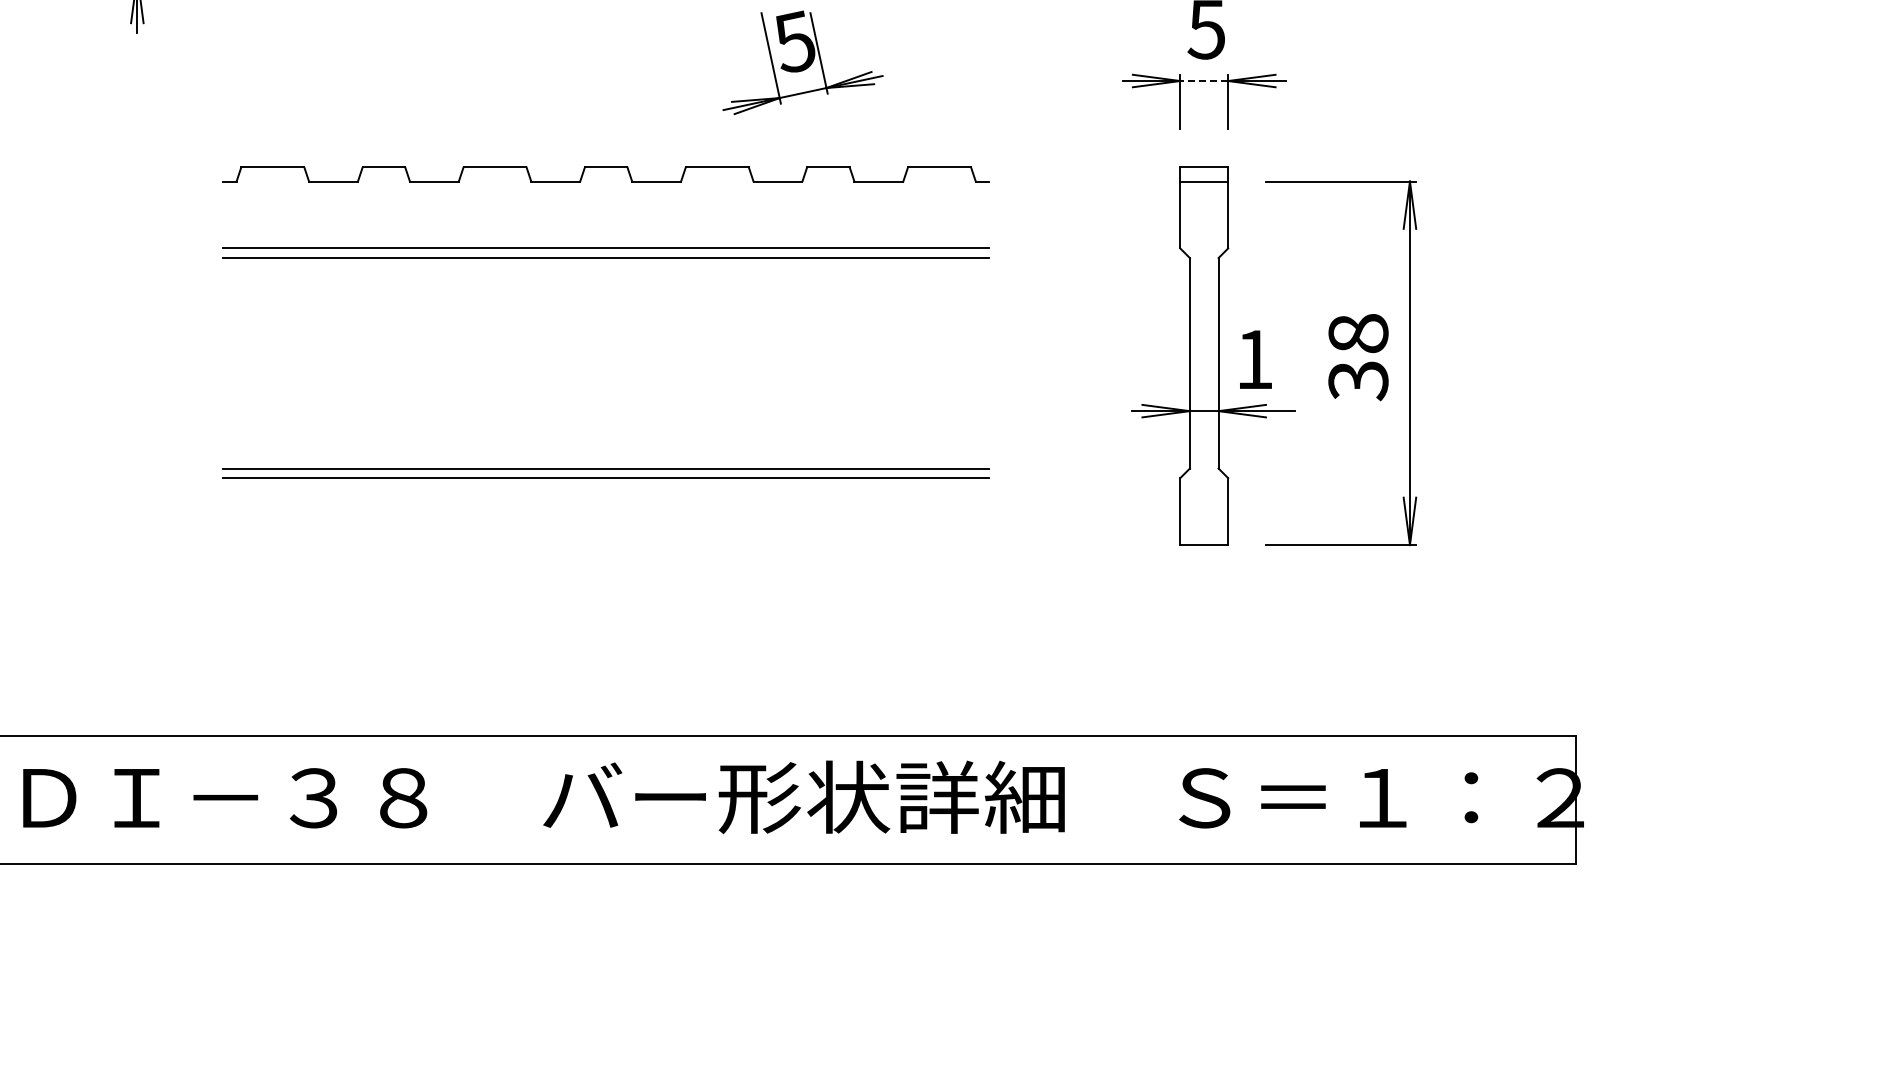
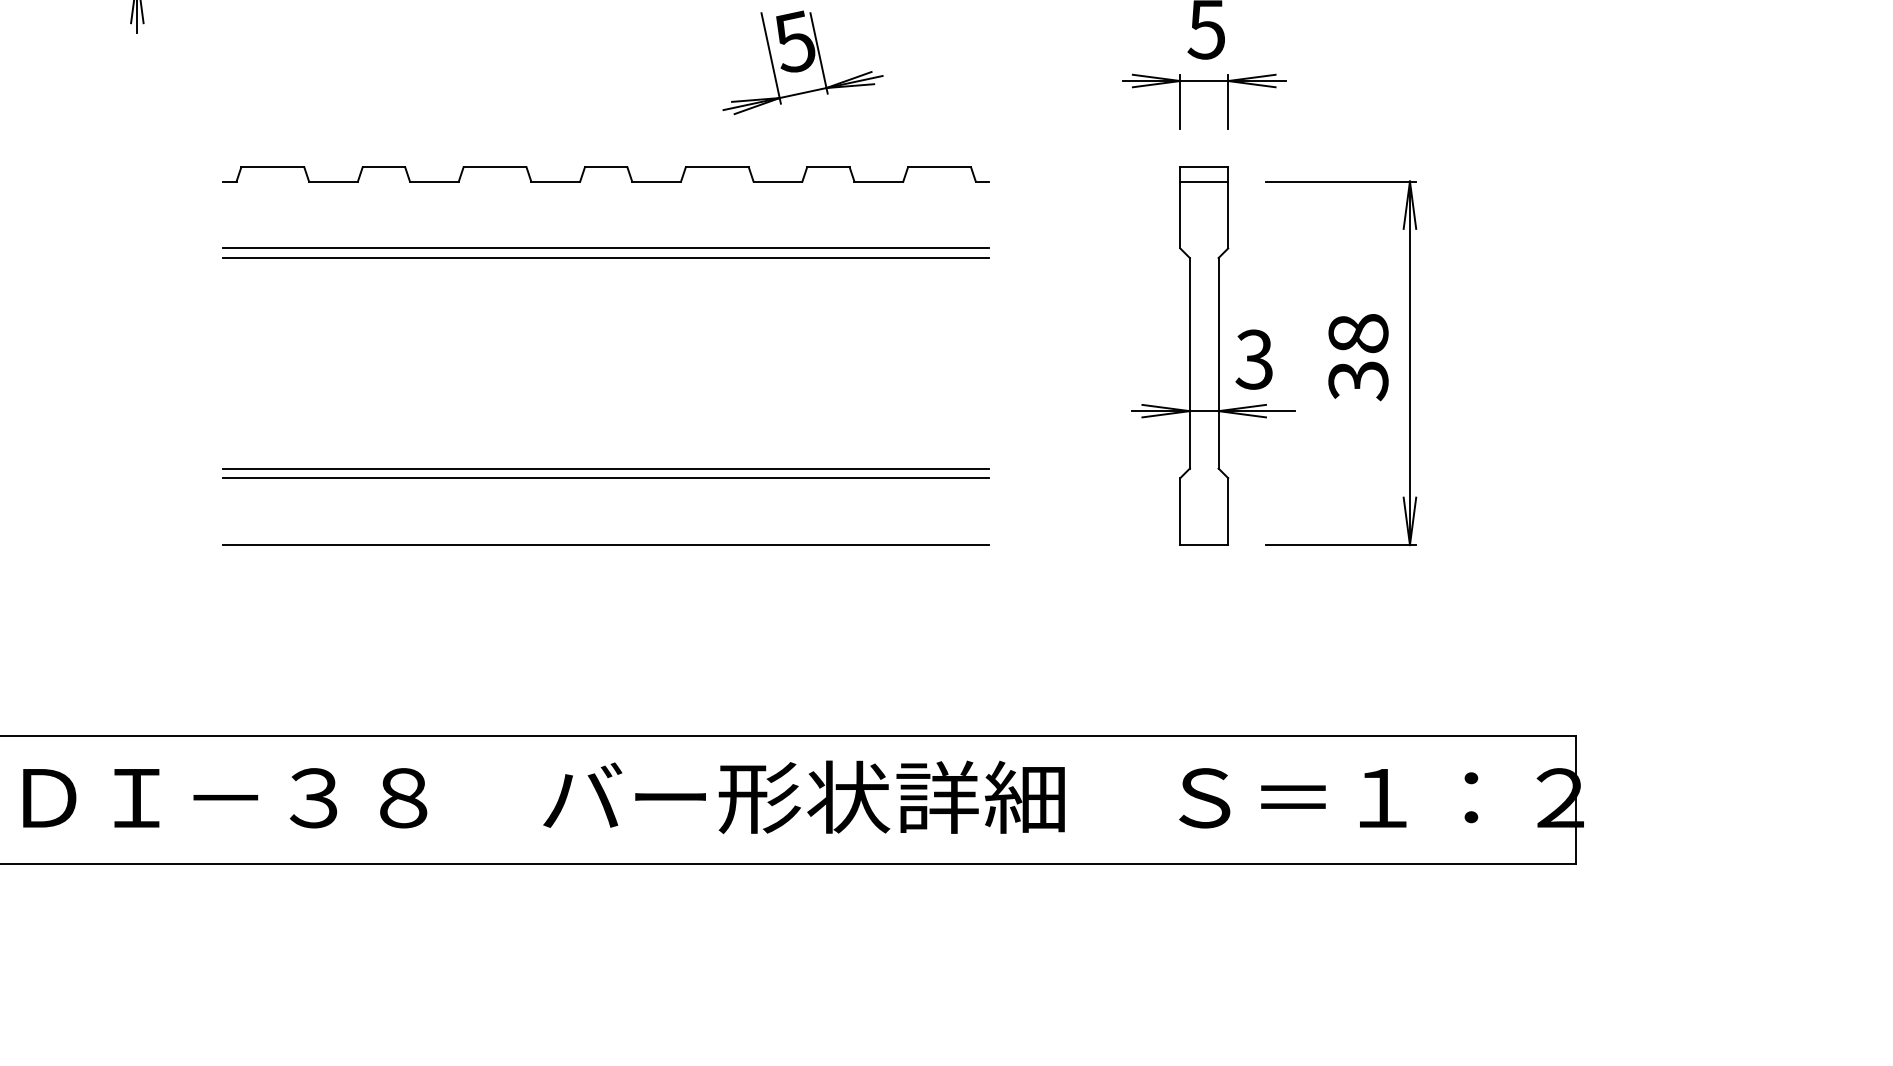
line at (1204, 81): dashed -> solid
text at (1253, 359): 1 -> 3
line at (605, 545): none -> present
